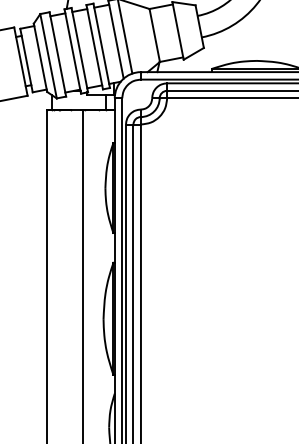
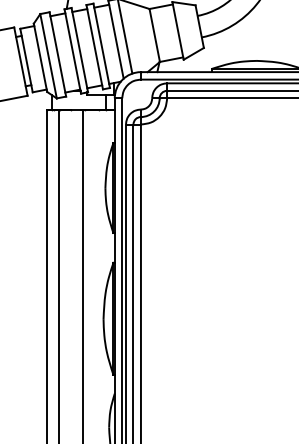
line at (58, 274): none -> present
